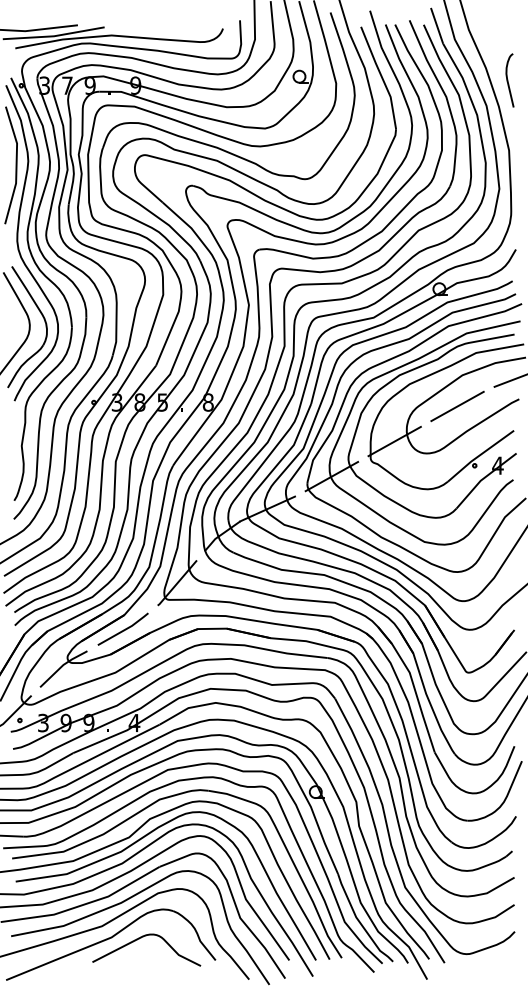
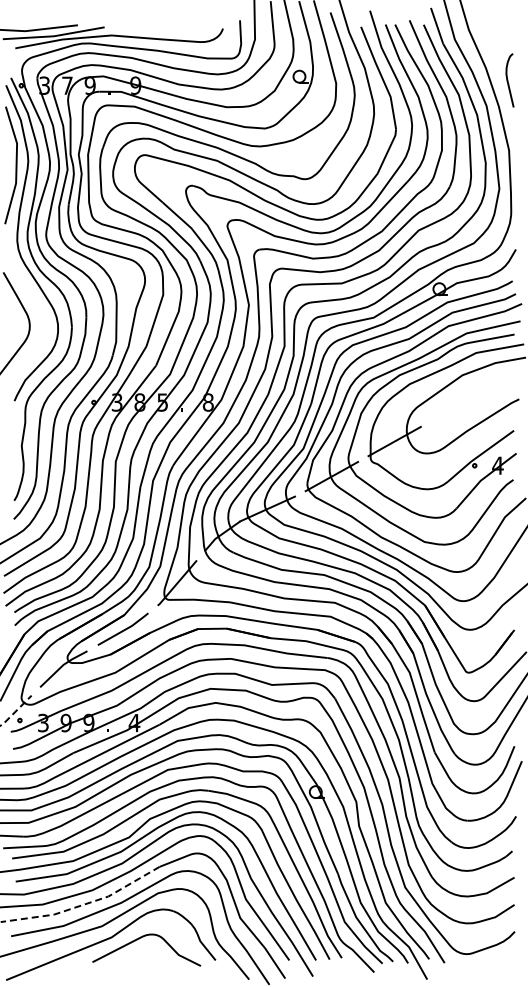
part at (44, 322): present -> none
line at (509, 380): present -> none
line at (457, 406): present -> none
line at (16, 710): solid -> dashed
line at (84, 904): solid -> dashed
